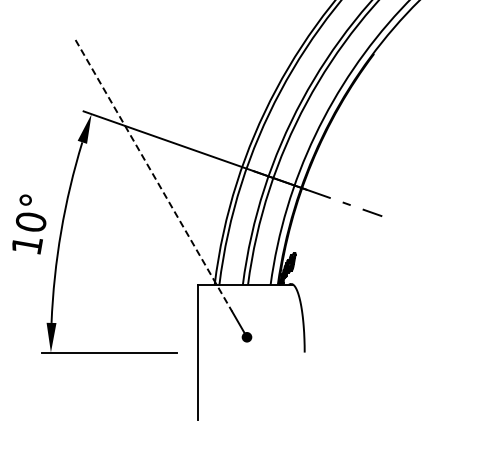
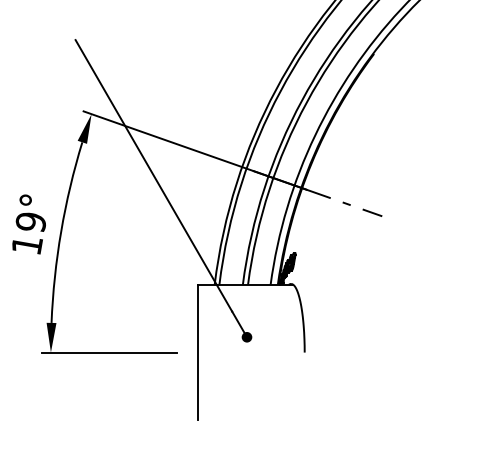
line at (153, 175): dashed -> solid
text at (30, 221): 10° -> 19°
